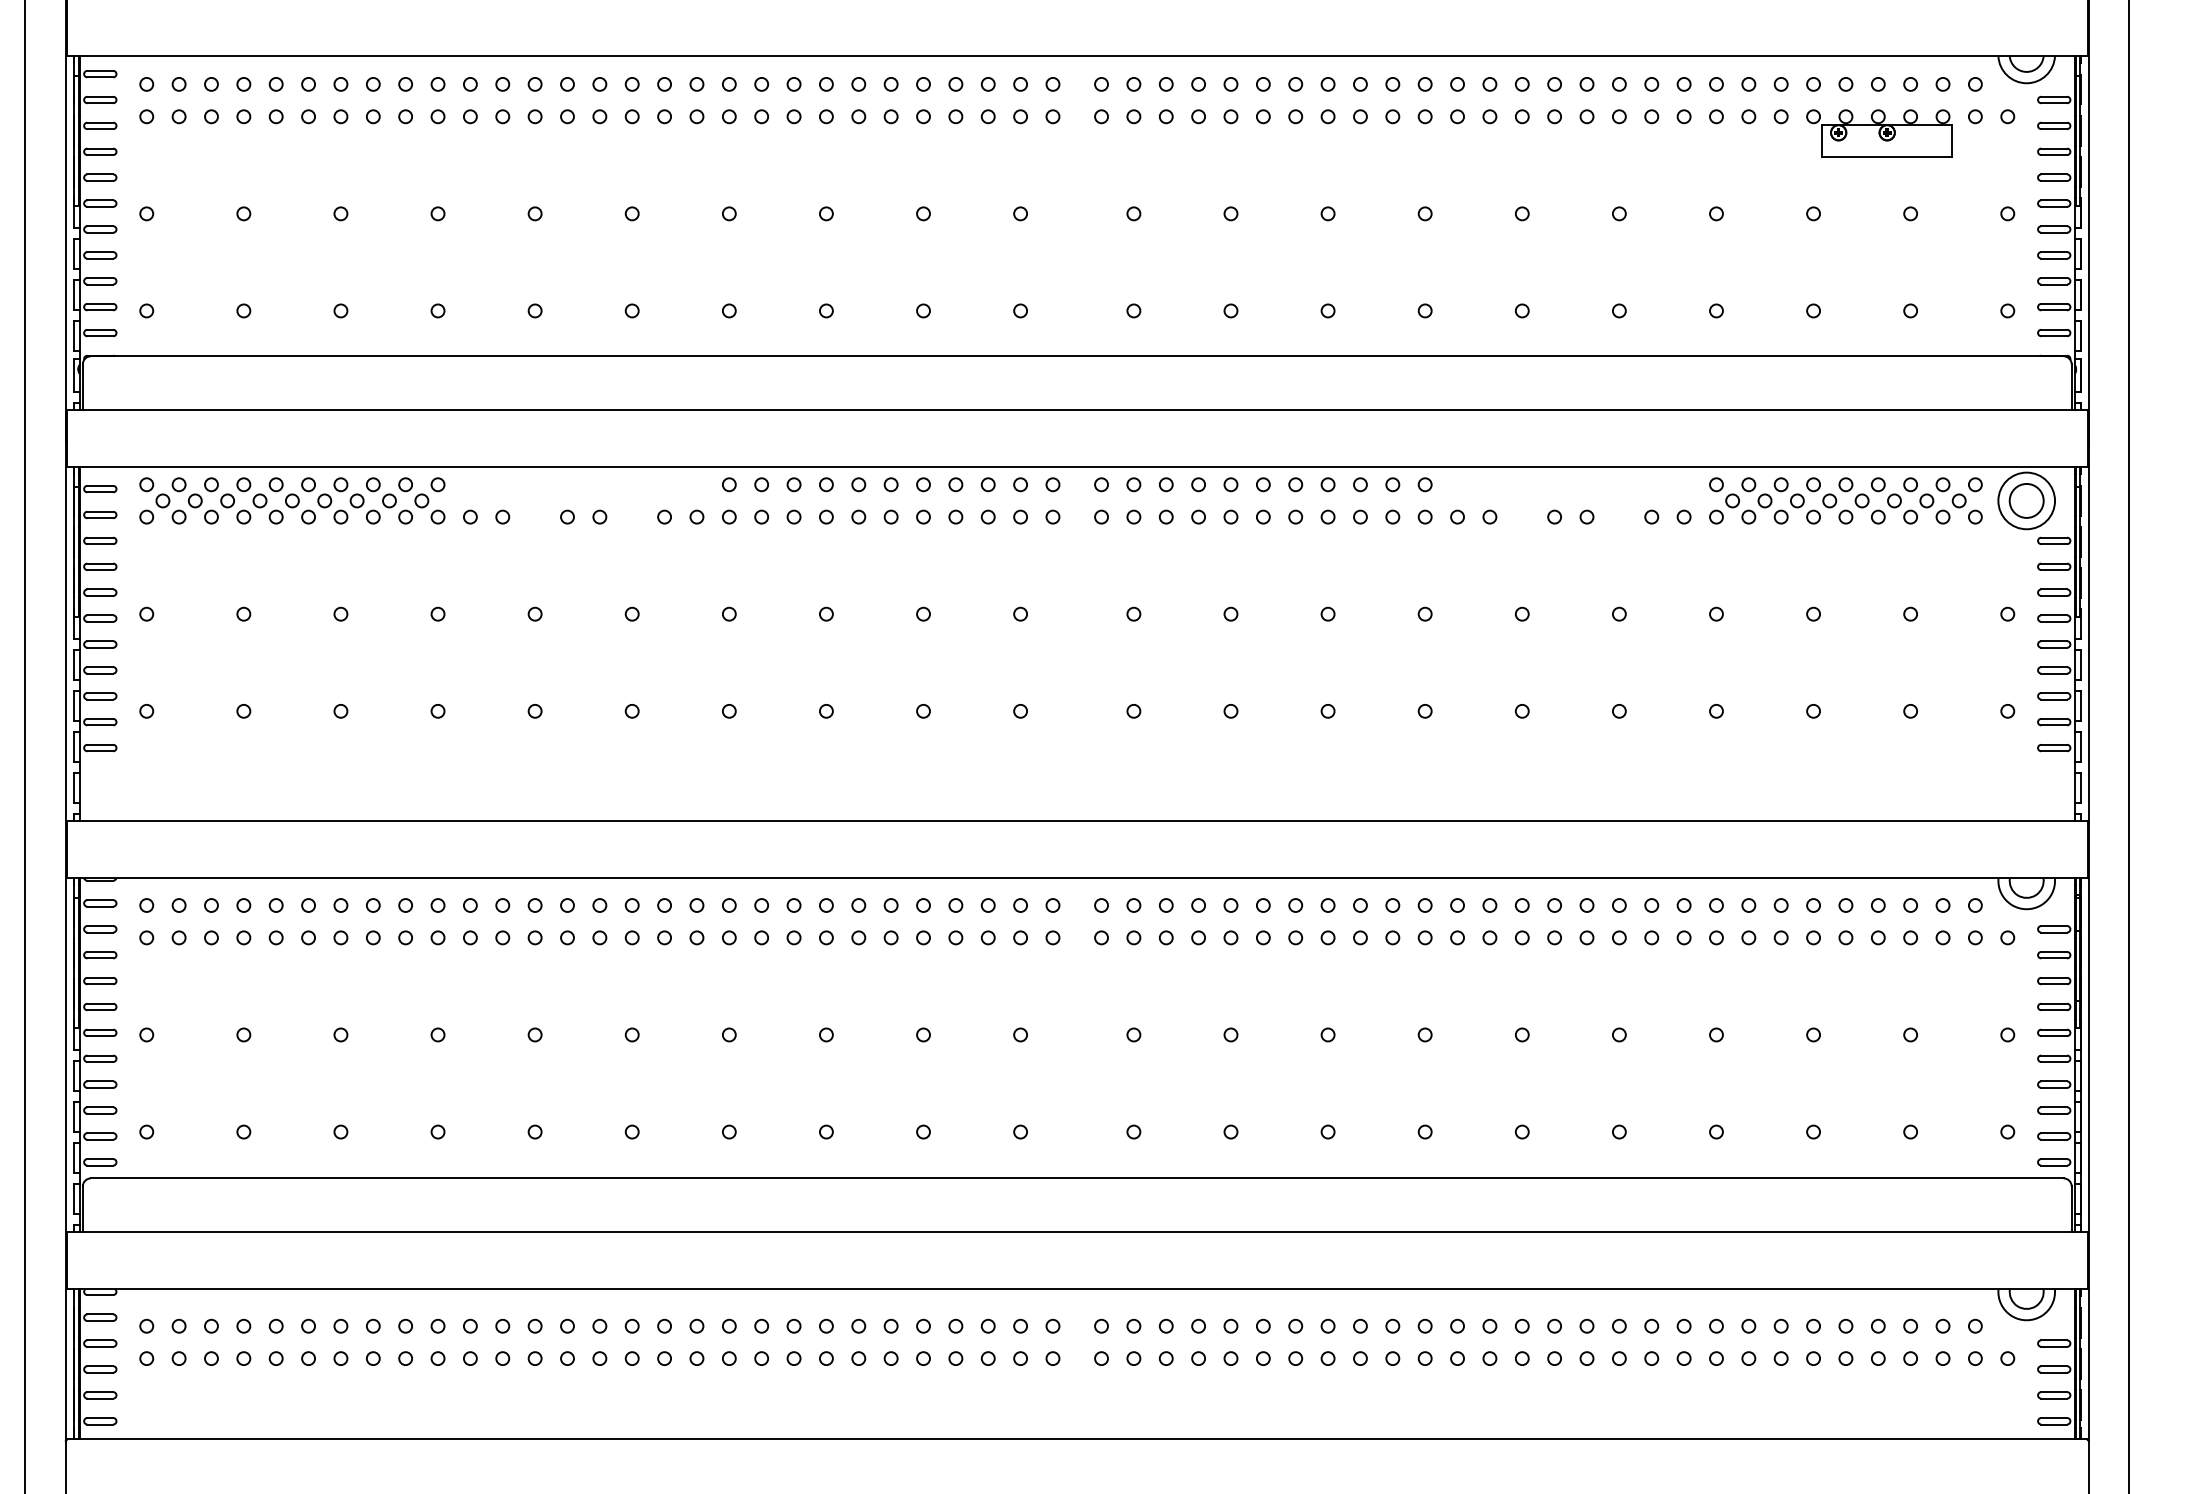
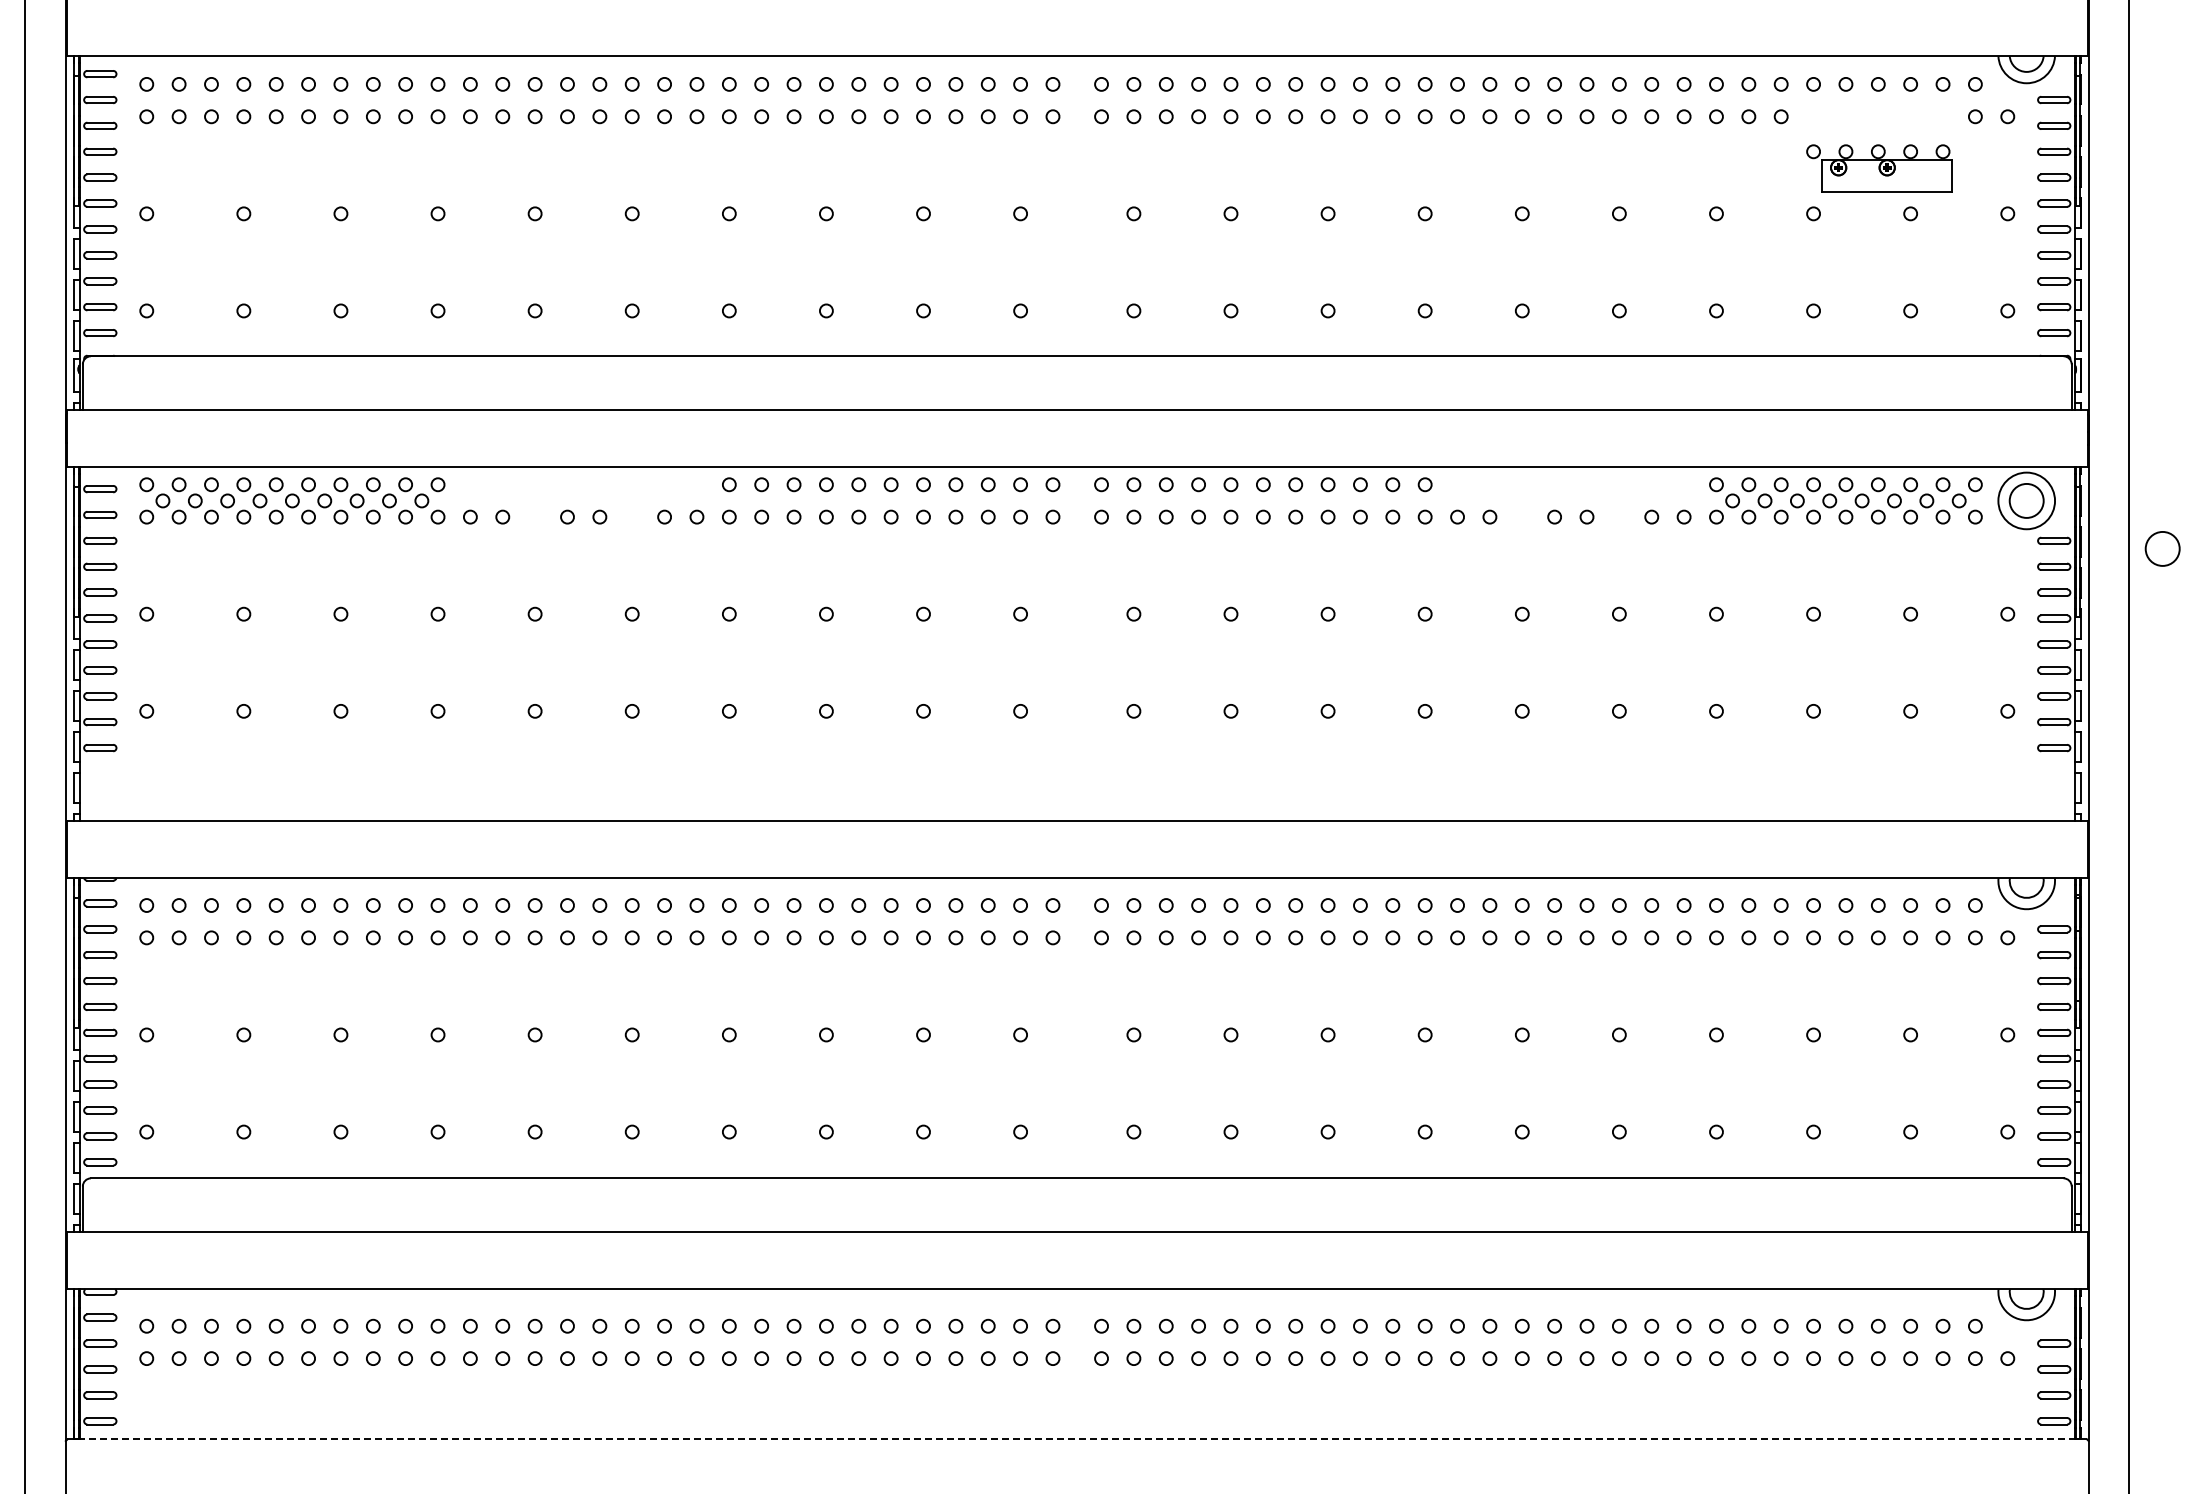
part at (1879, 133) position: (1879, 133) -> (1879, 168)
circle at (2162, 548): none -> present
line at (1077, 1439): solid -> dashed
